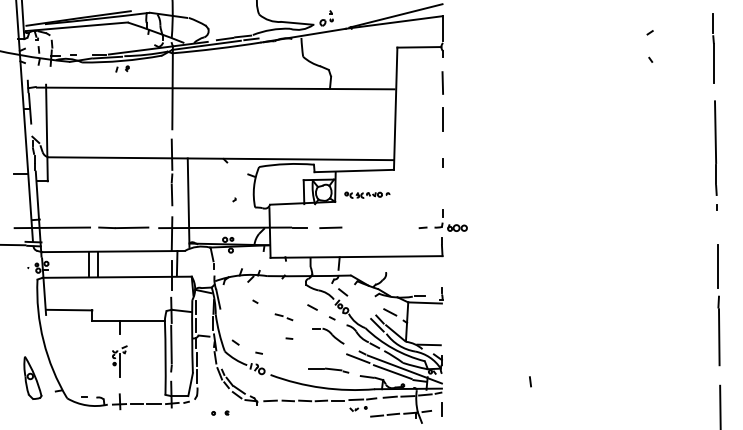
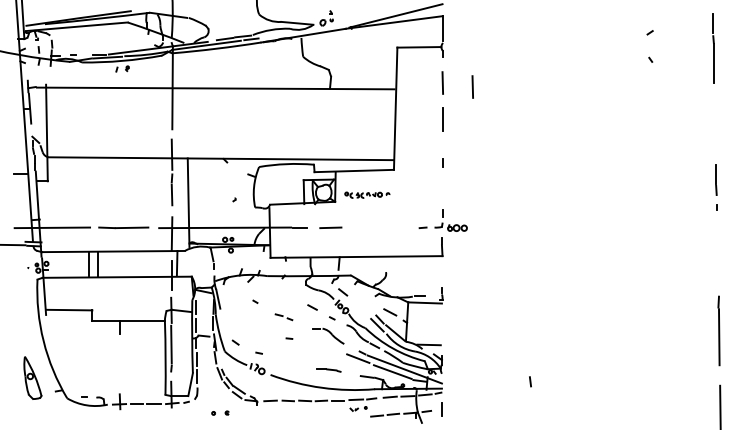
line at (472, 86): none -> present
line at (715, 132): present -> none
line at (717, 266): present -> none
part at (119, 361): present -> none
part at (328, 370) size: 42x7 px -> 26x5 px
